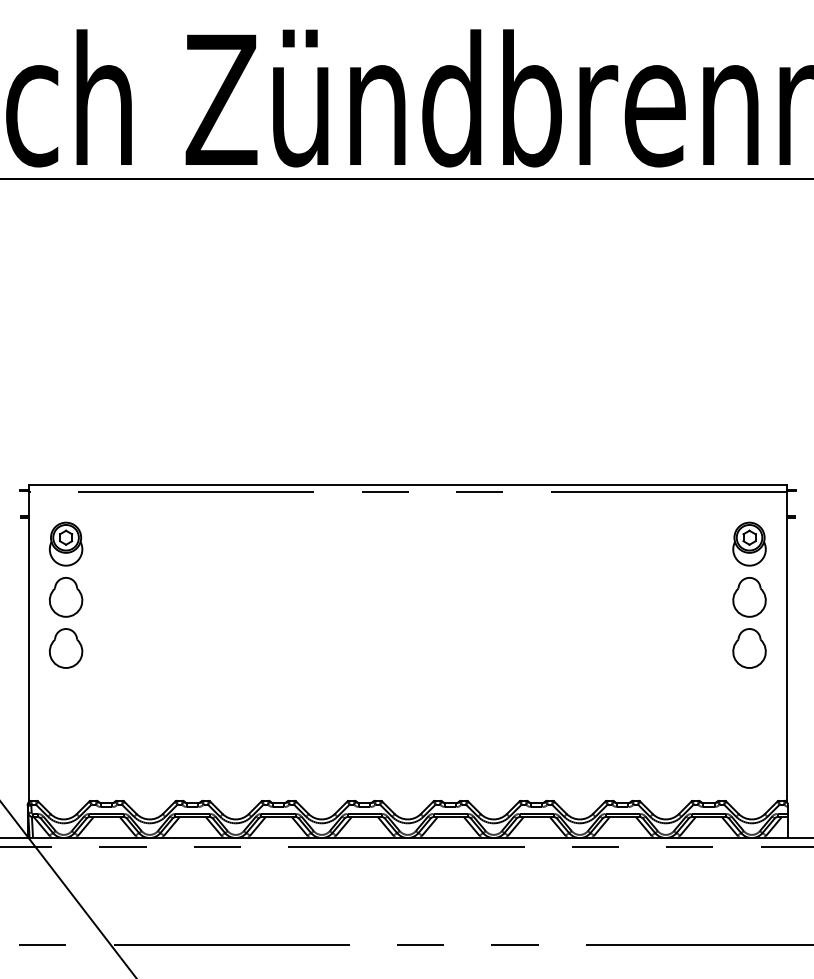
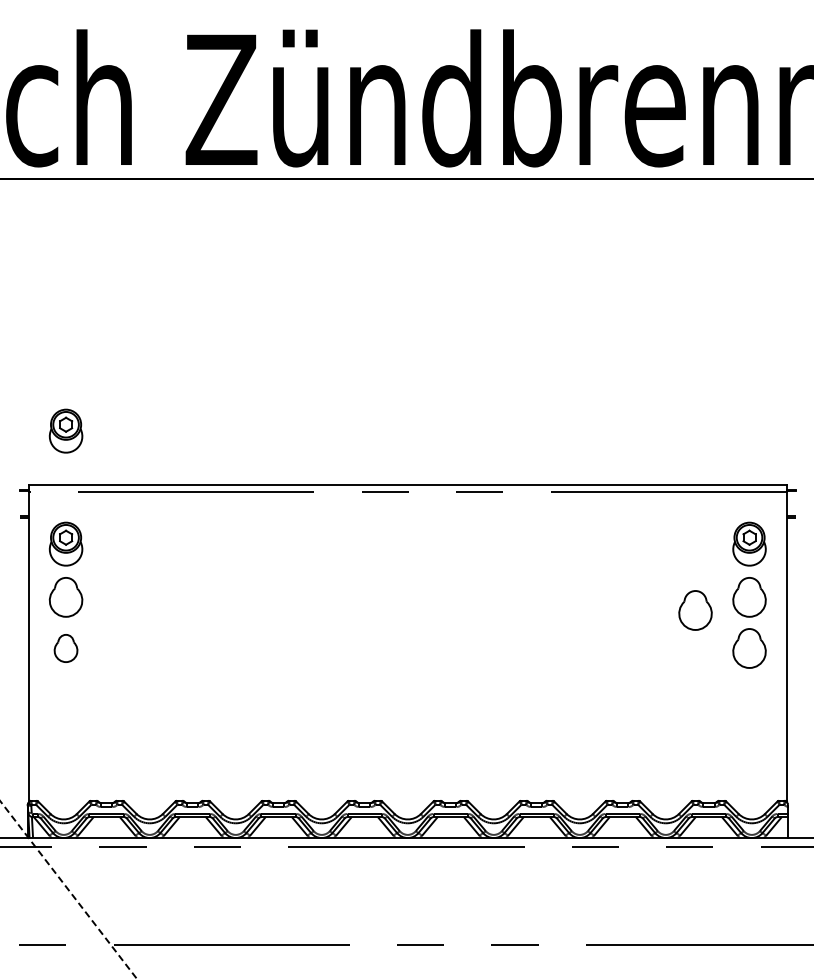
part at (65, 430): none -> present
part at (695, 610): none -> present
part at (65, 648) size: 36x41 px -> 26x29 px
line at (68, 889): solid -> dashed
